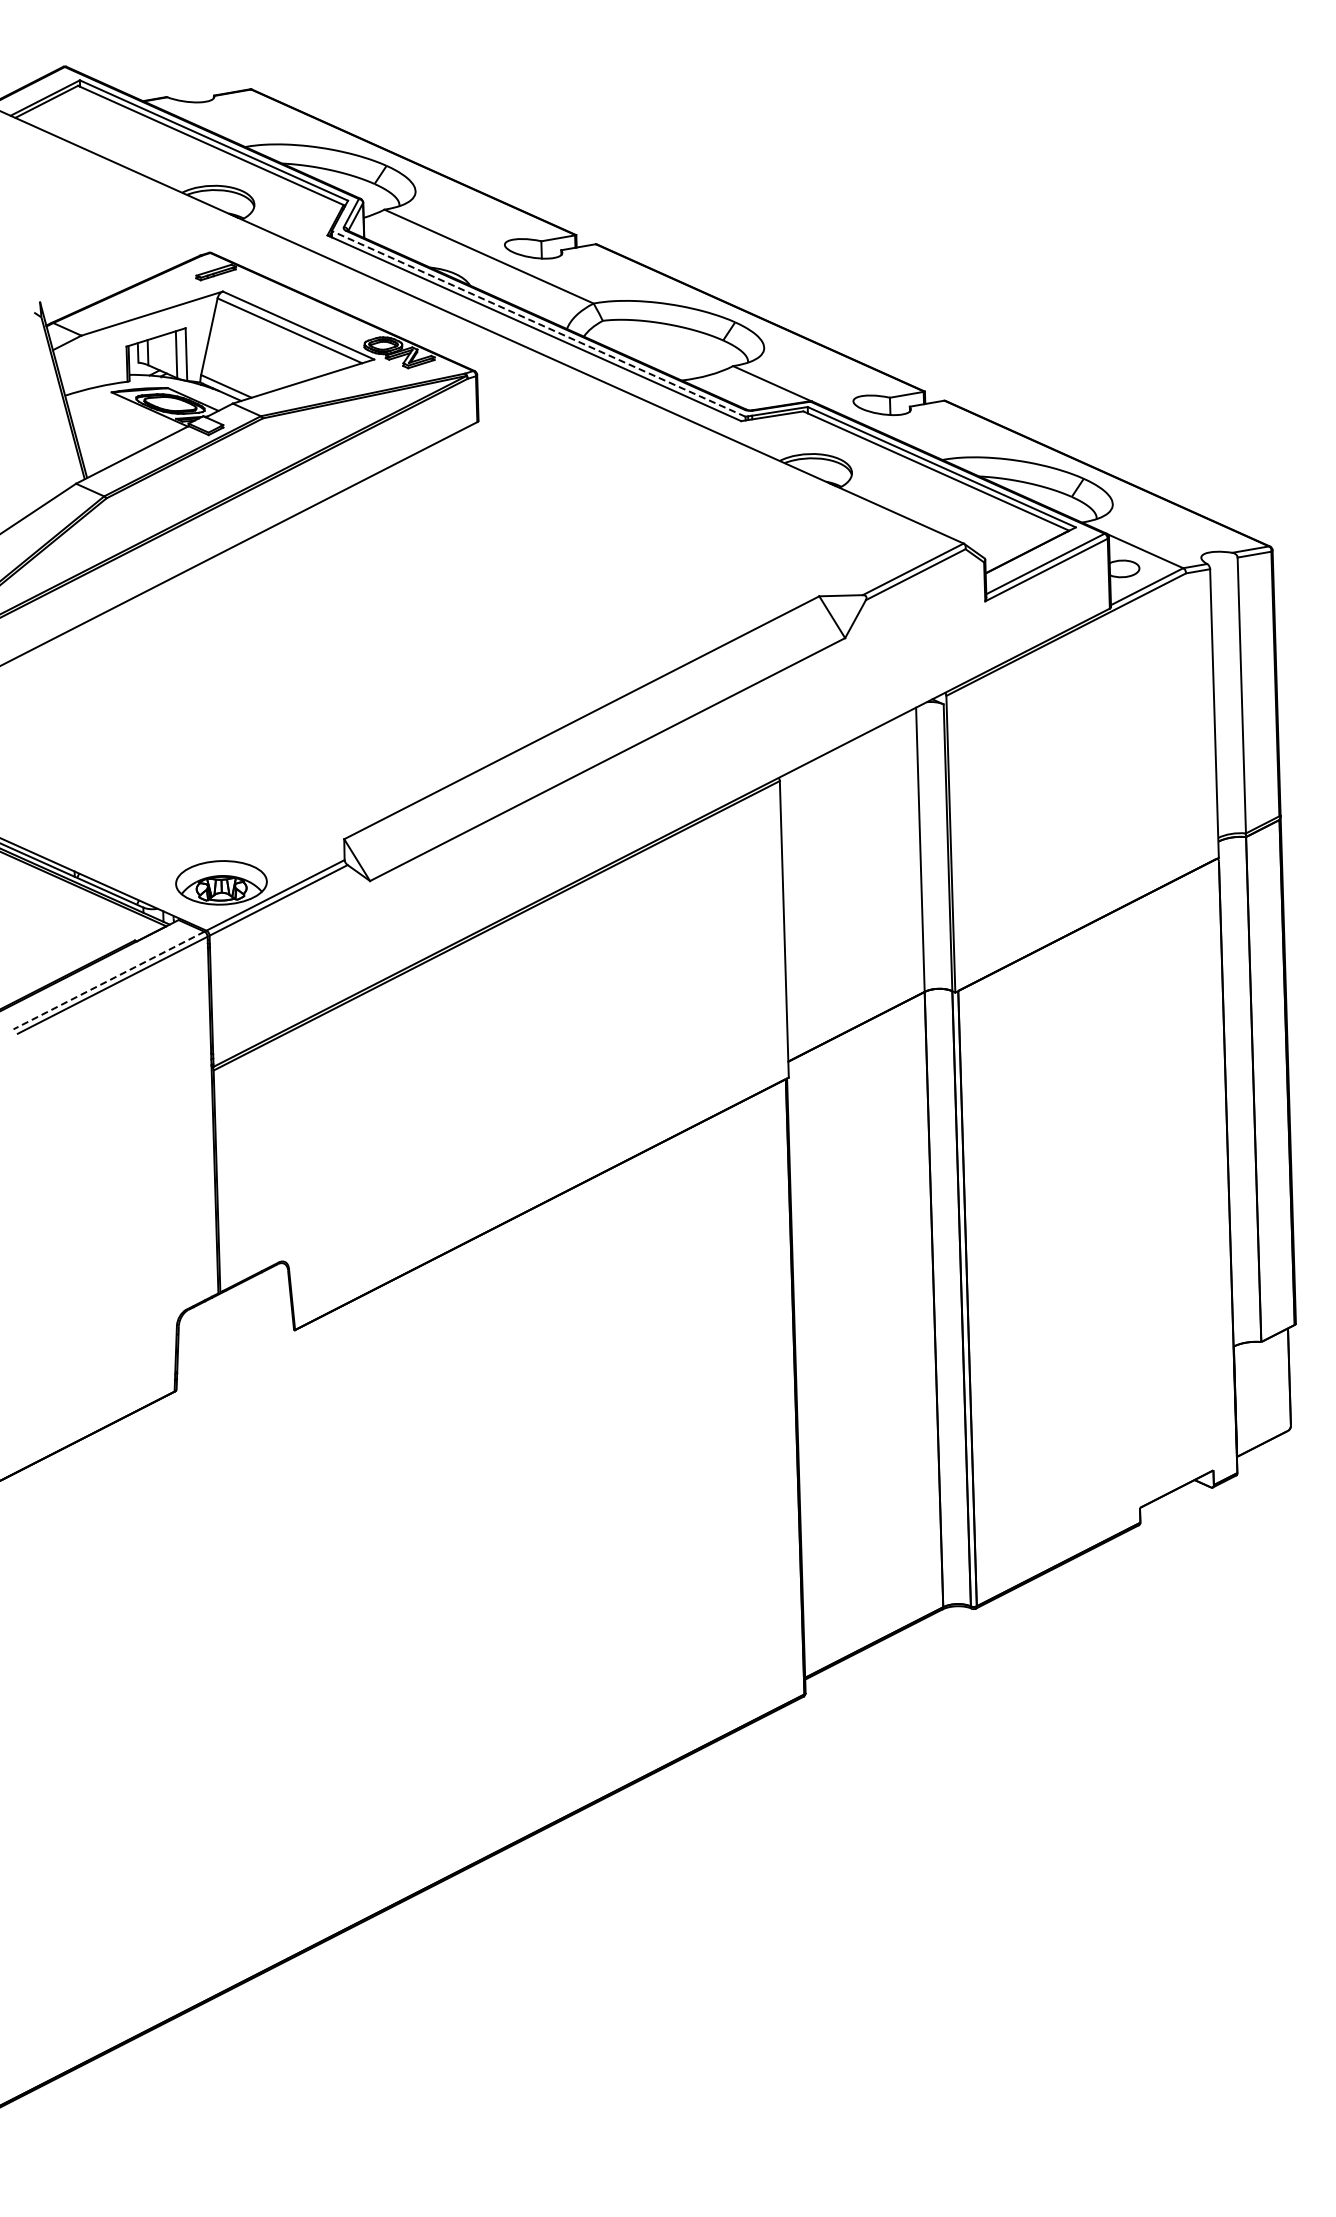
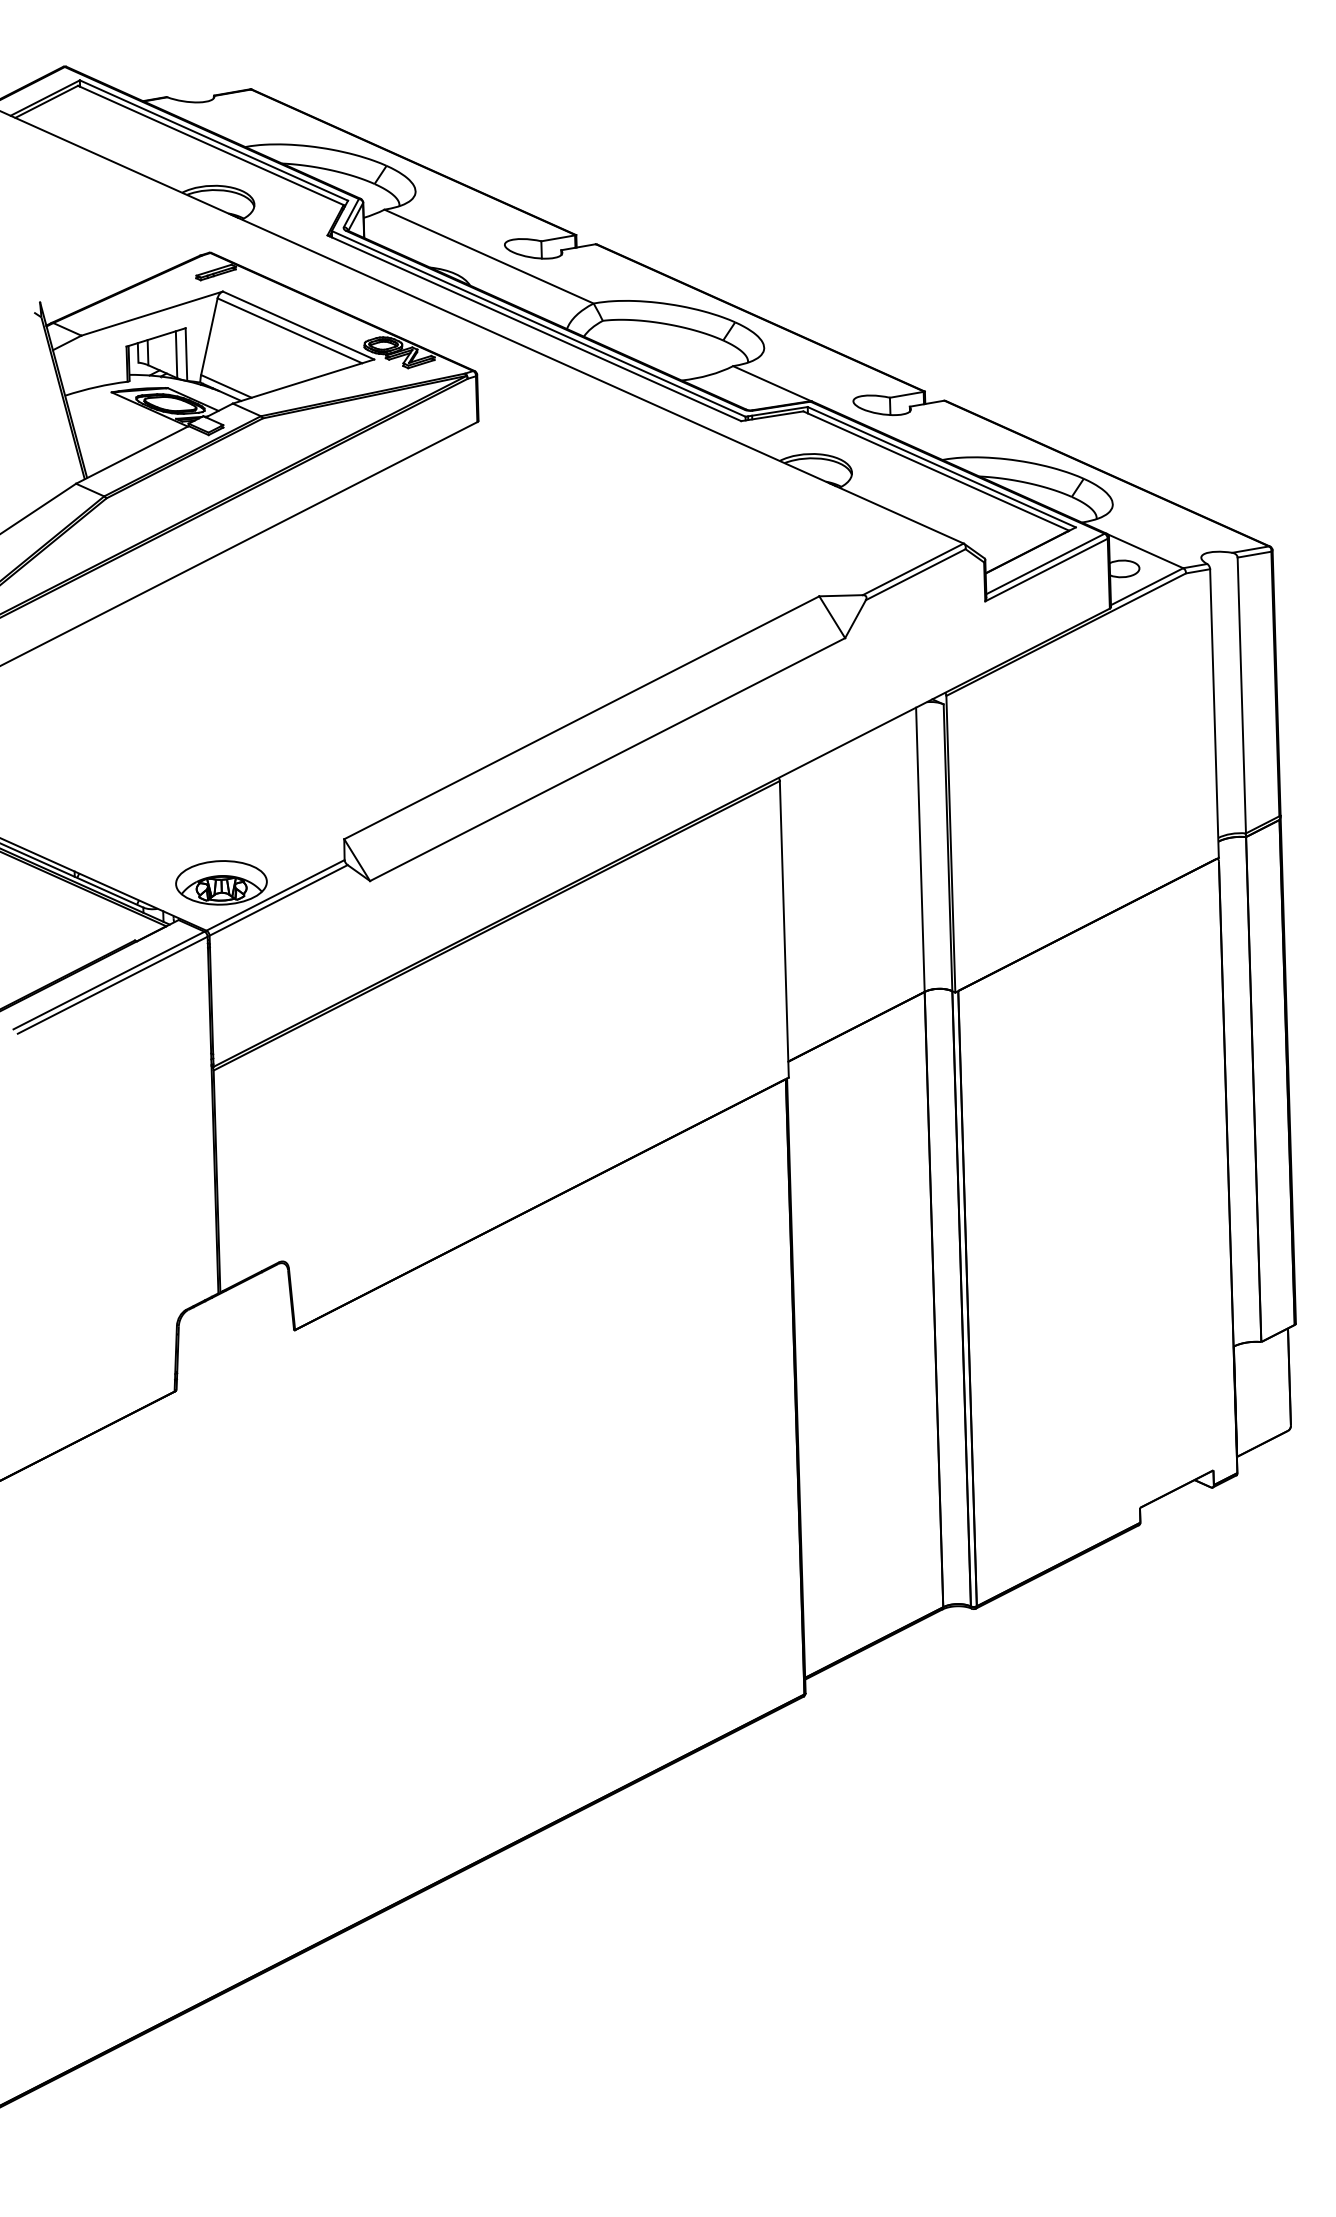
line at (538, 323): dashed -> solid
line at (108, 980): dashed -> solid
